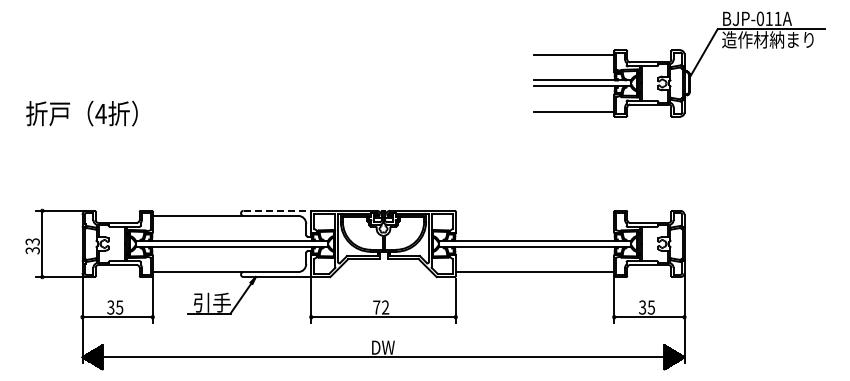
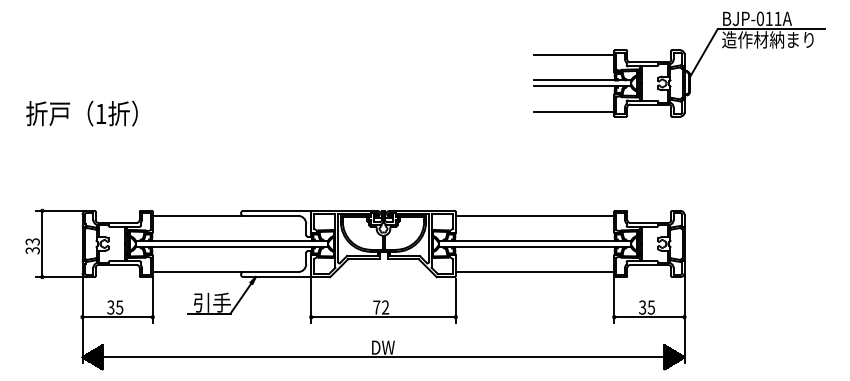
text at (100, 113): 4 -> 1
line at (277, 210): dashed -> solid
line at (534, 215): none -> present
